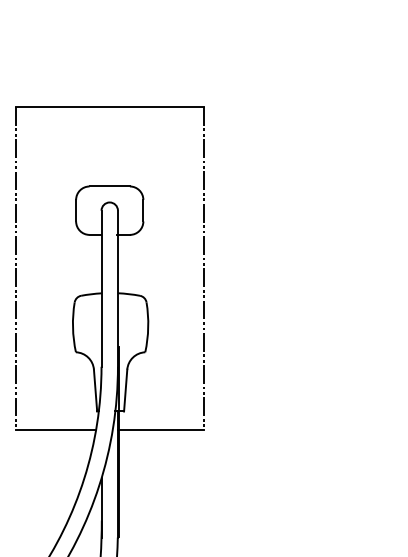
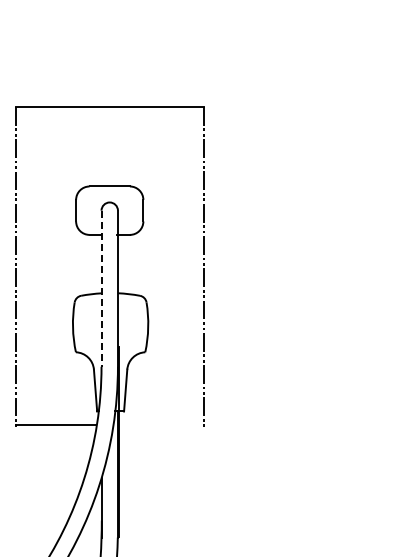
line at (101, 289): solid -> dashed
line at (55, 429) position: (55, 429) -> (55, 424)
line at (160, 429): present -> none
